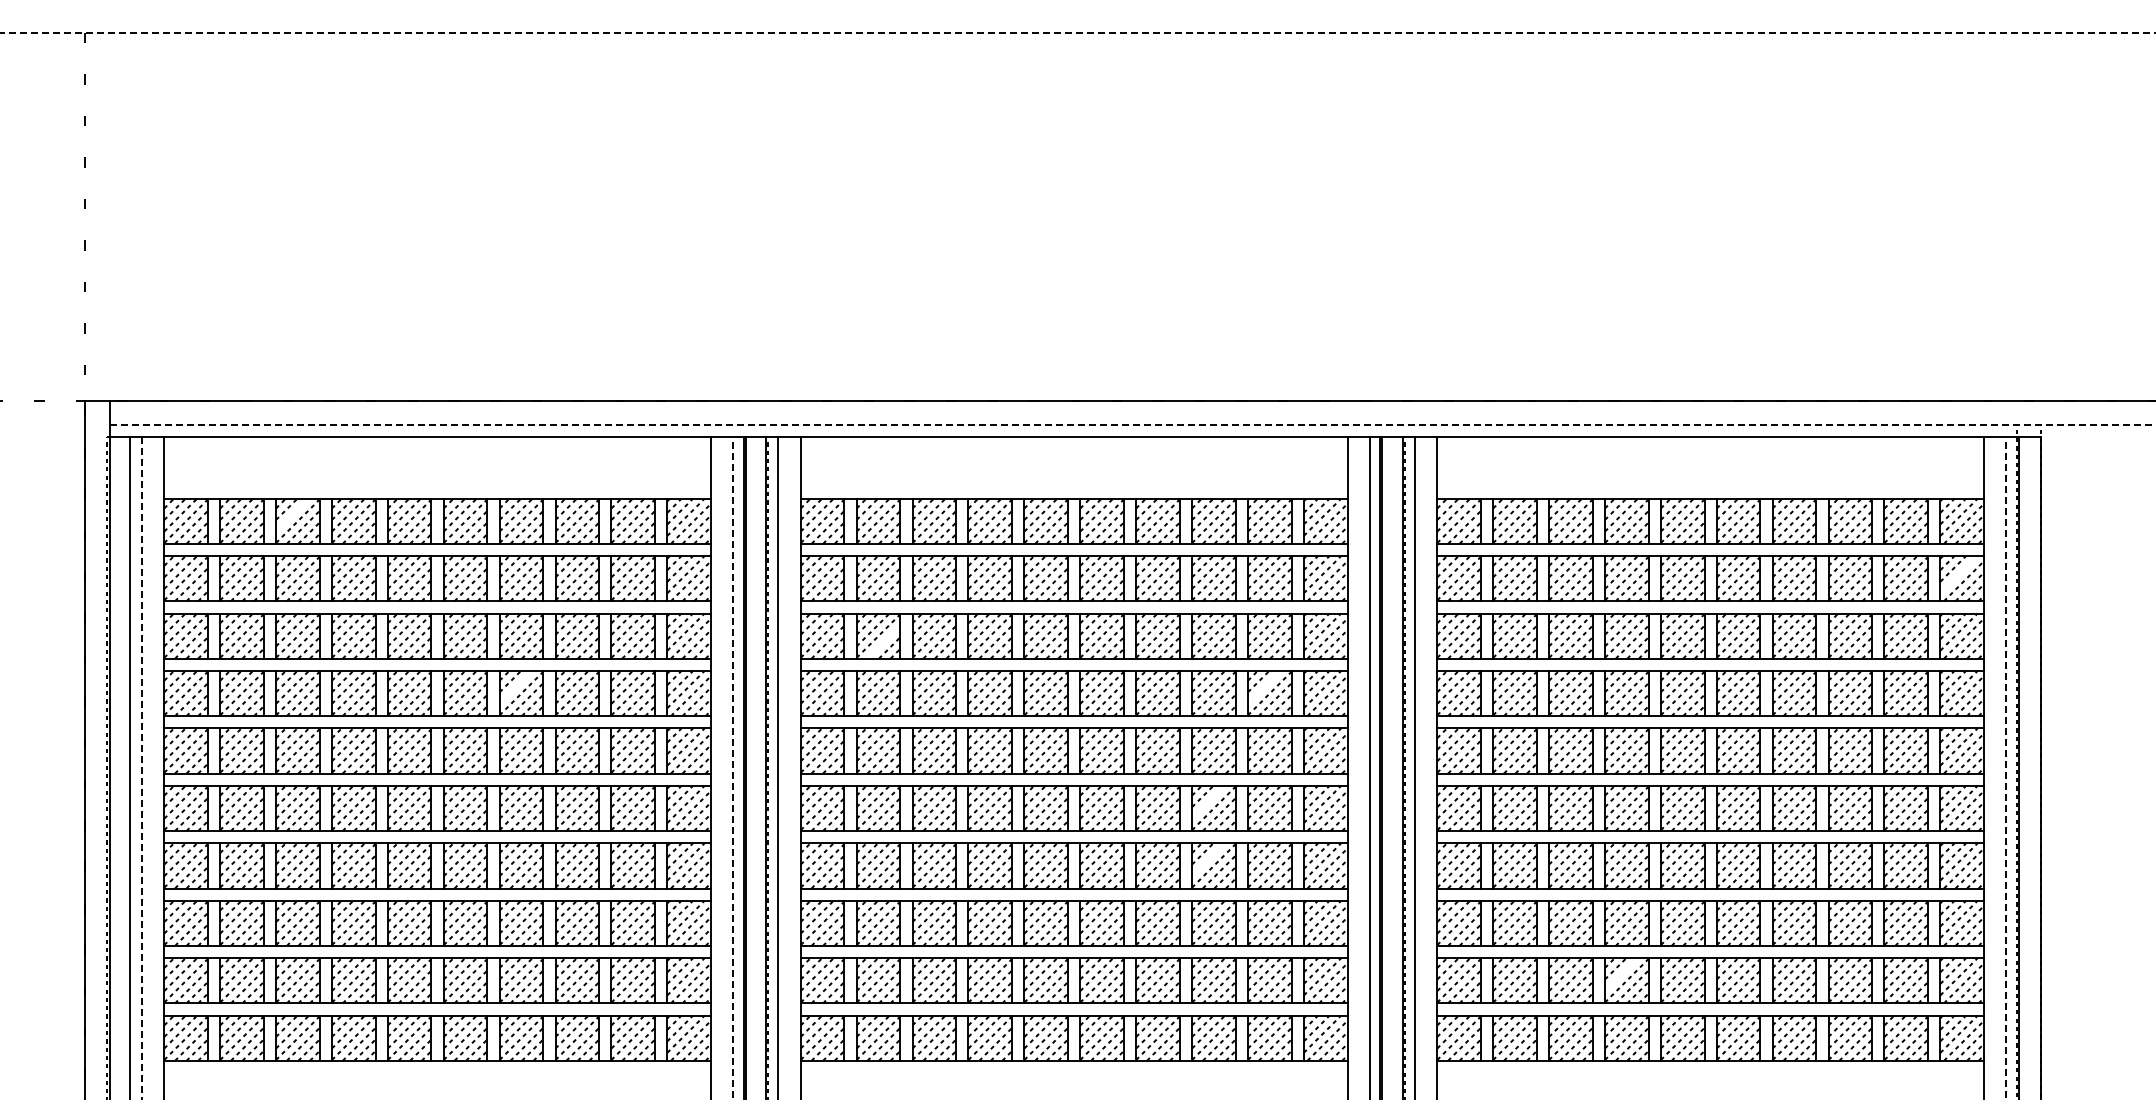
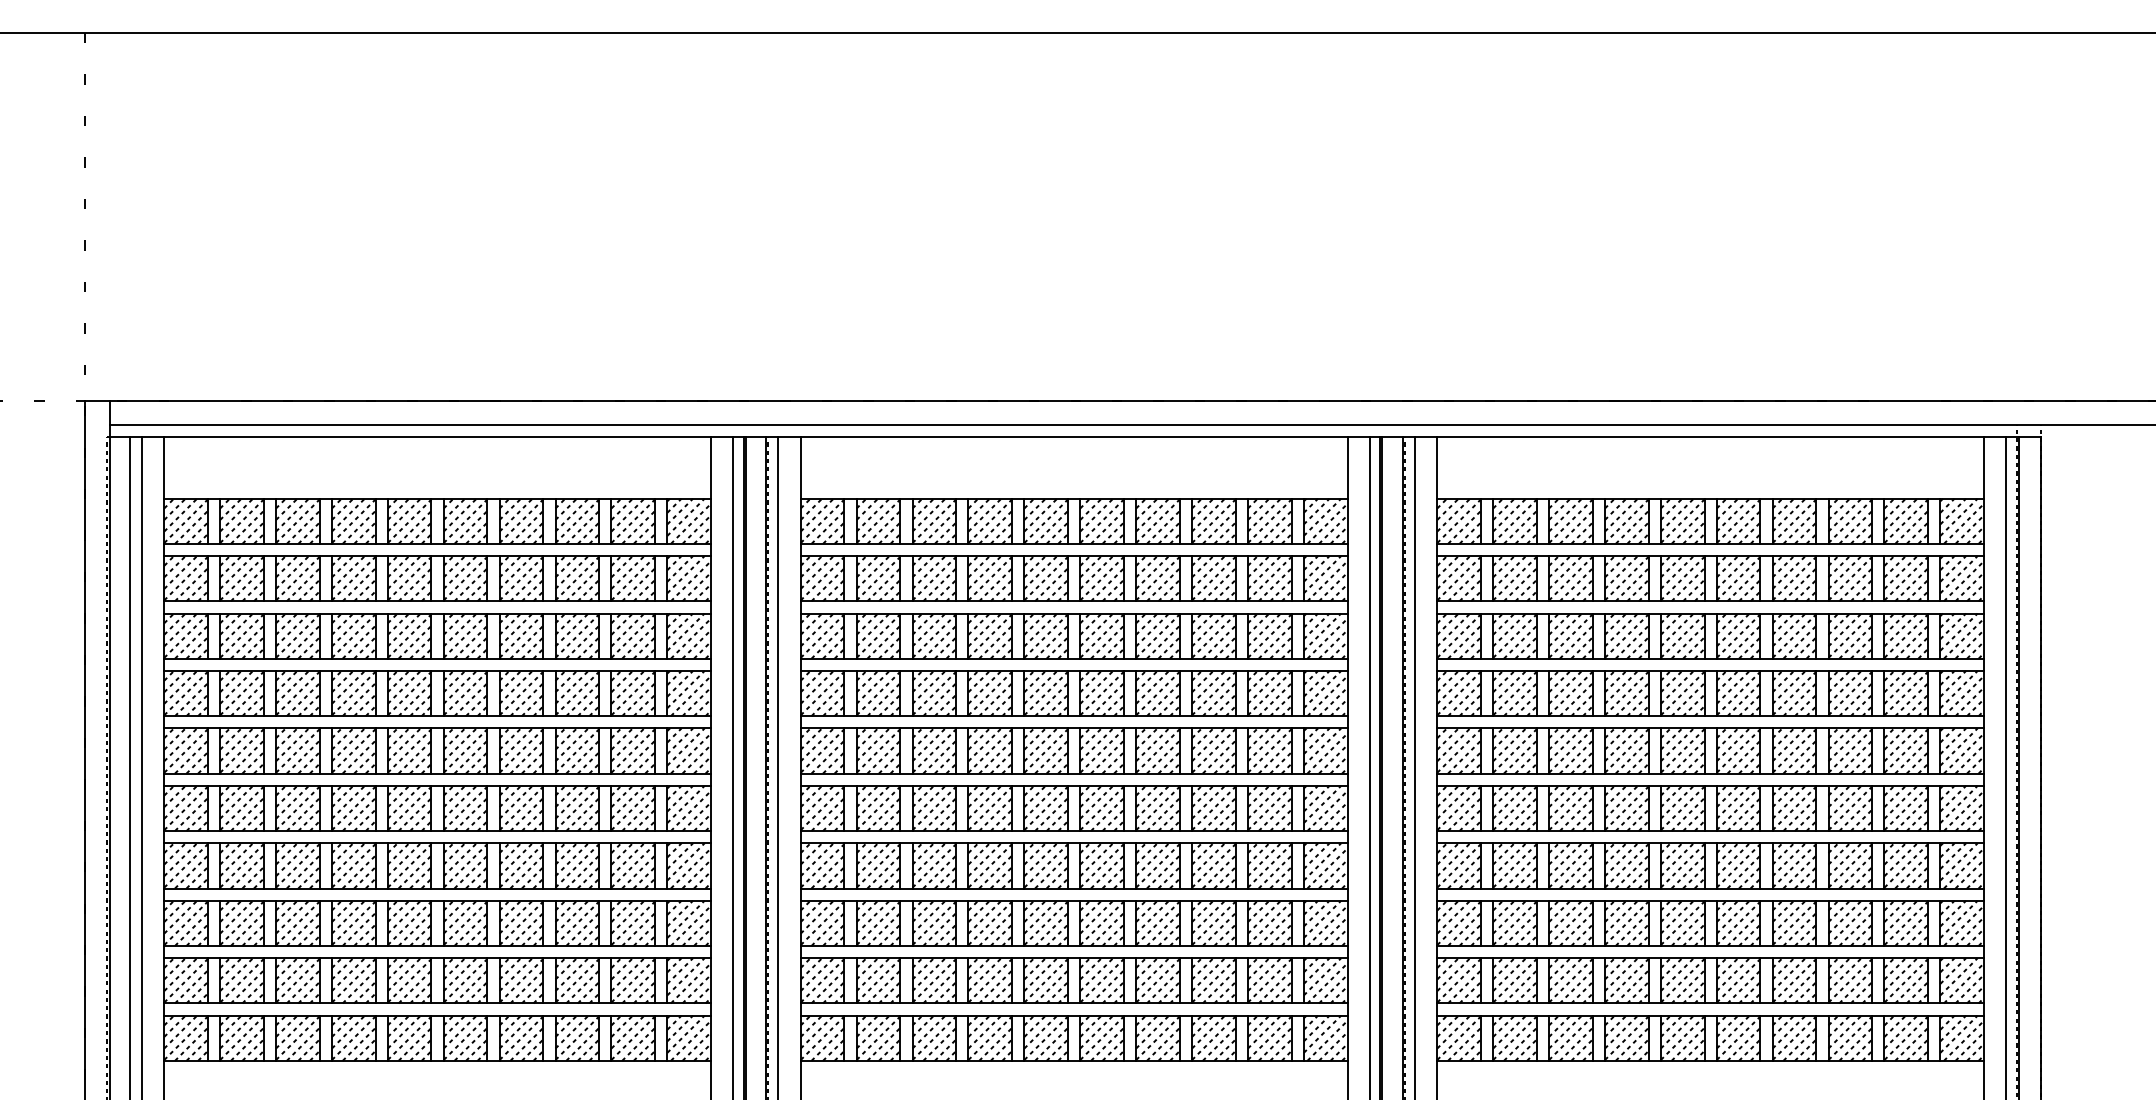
line at (1078, 33): dashed -> solid
line at (1133, 425): dashed -> solid
line at (292, 514): none -> present
line at (1958, 574): none -> present
line at (883, 641): none -> present
line at (515, 686): none -> present
line at (1263, 686): none -> present
line at (733, 767): dashed -> solid
line at (2006, 767): dashed -> solid
line at (141, 768): dashed -> solid
line at (1208, 801): none -> present
line at (1208, 859): none -> present
line at (1620, 974): none -> present
